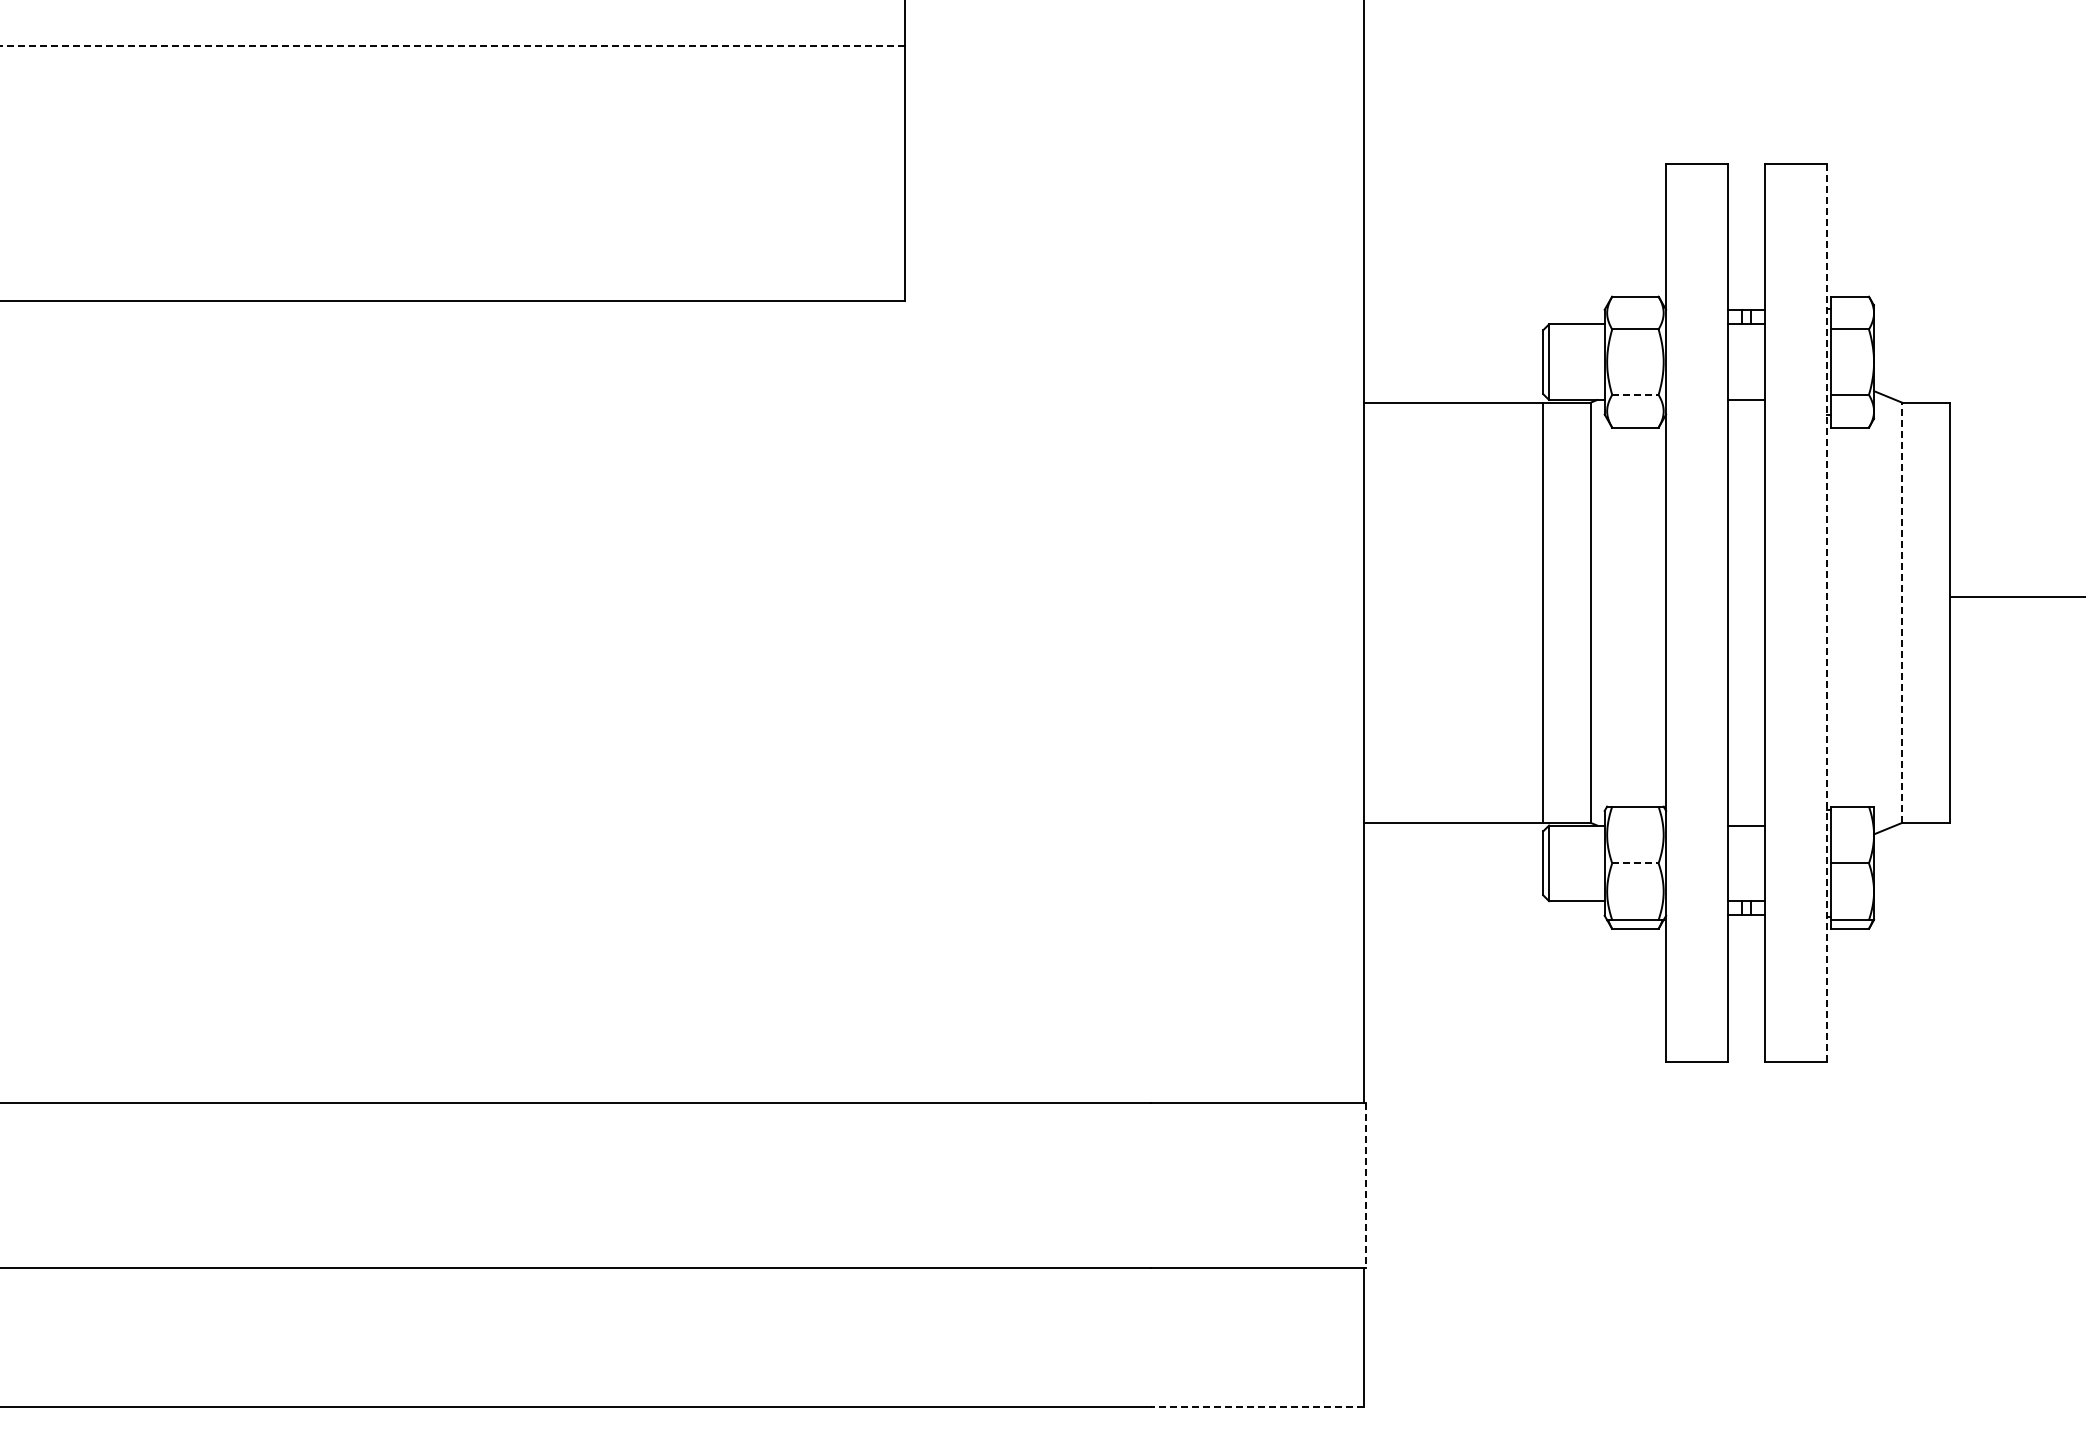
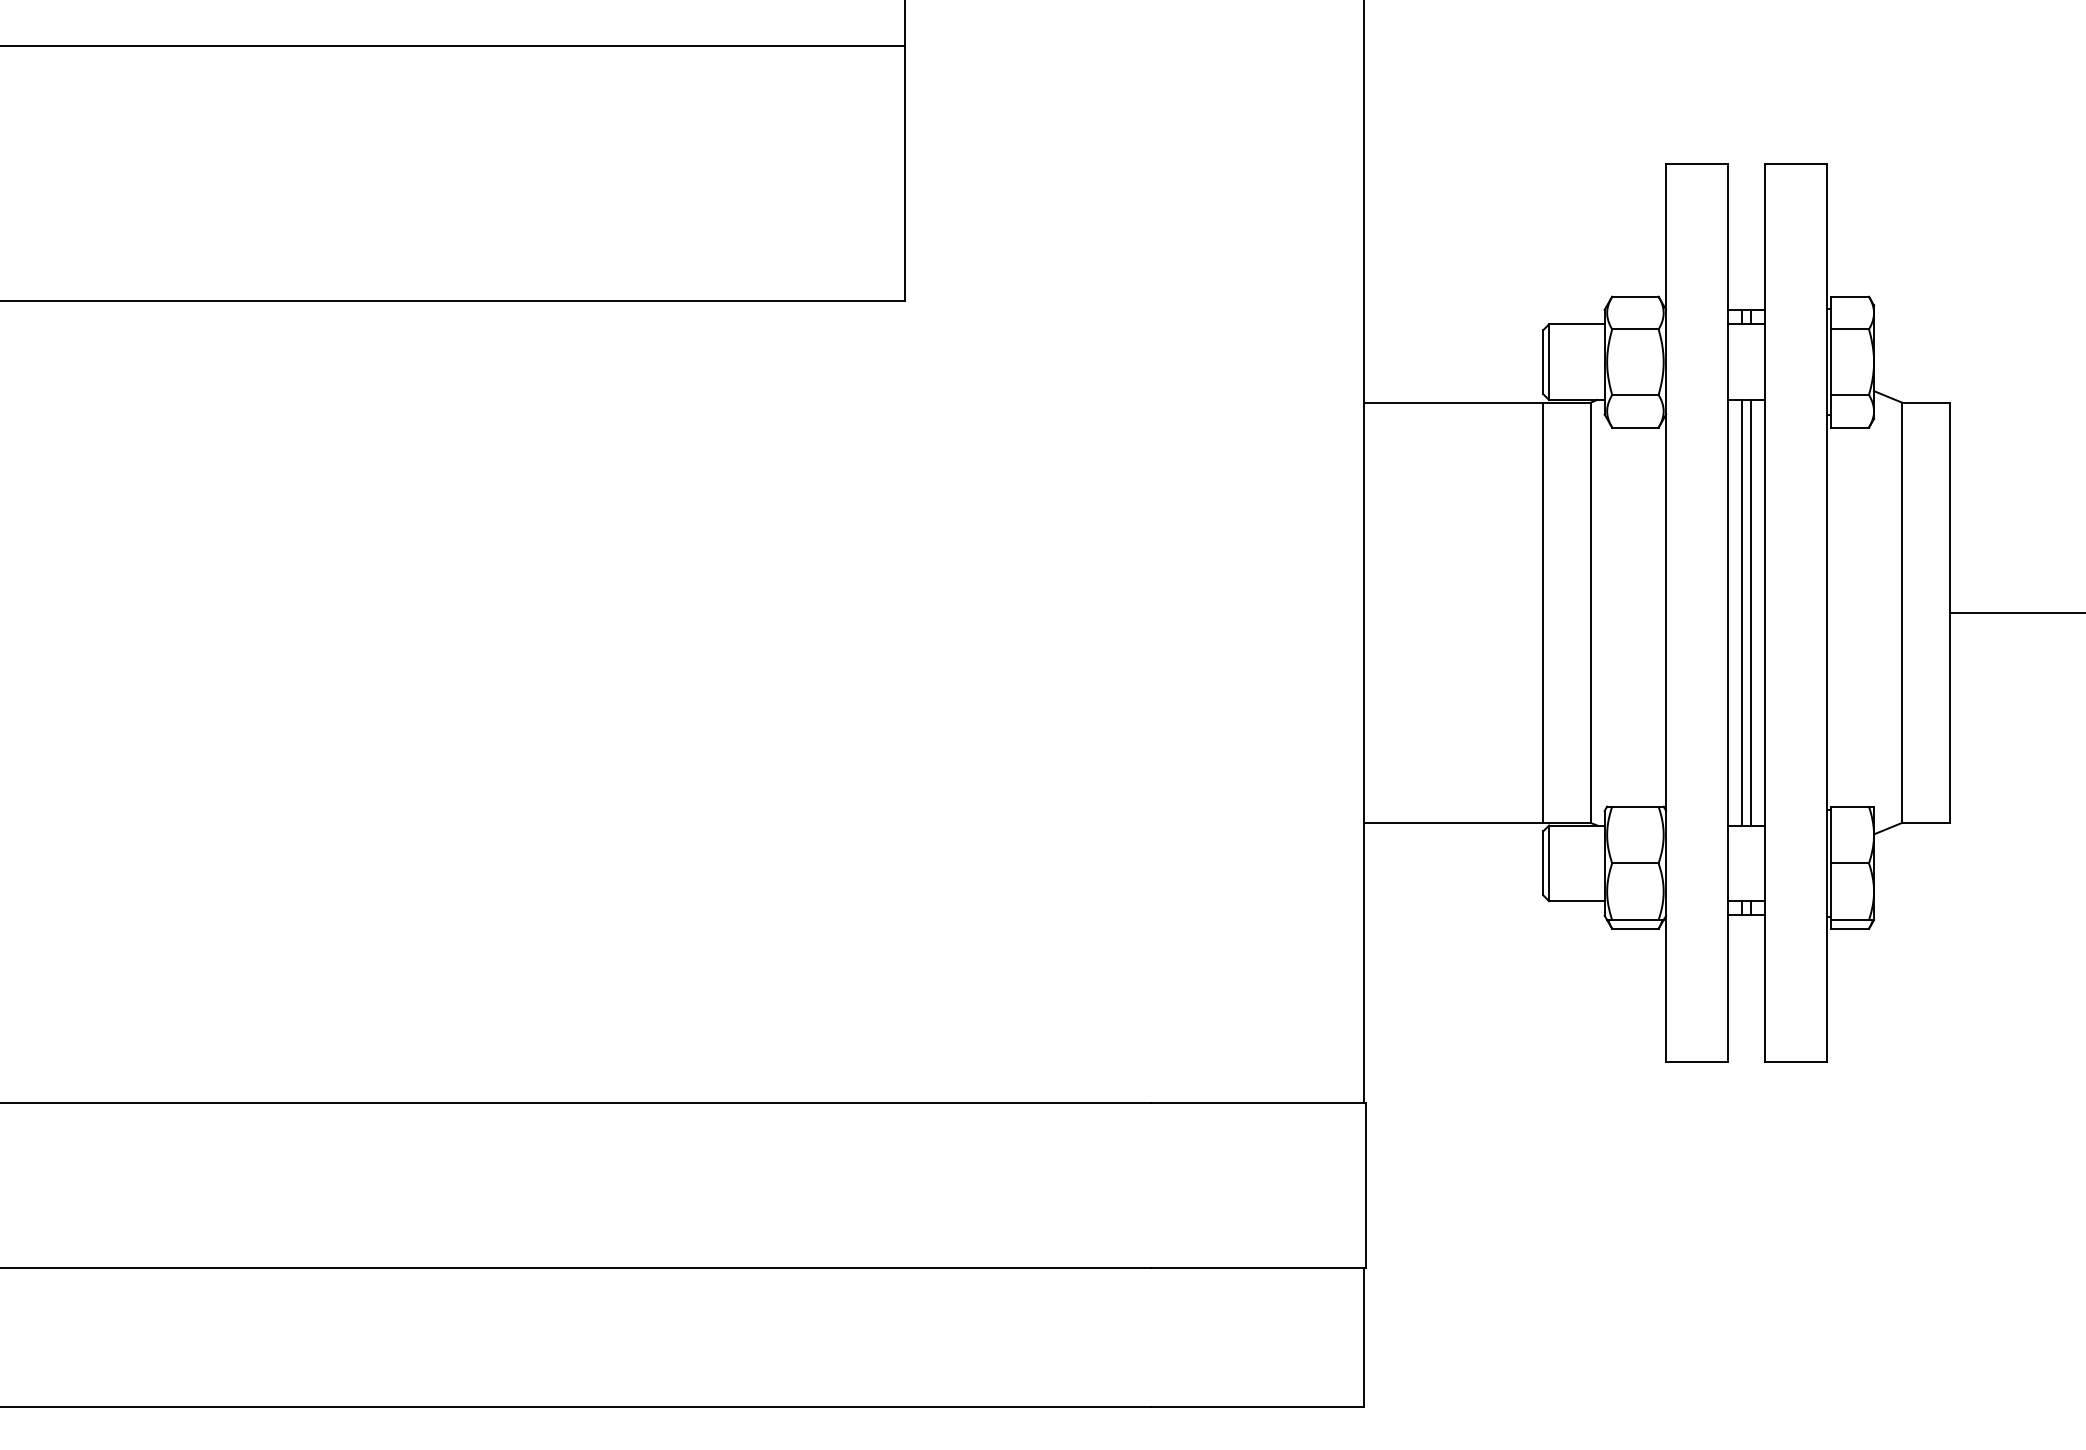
line at (452, 45): dashed -> solid
line at (1635, 394): dashed -> solid
line at (2015, 596) position: (2015, 596) -> (2015, 612)
line at (1741, 612): none -> present
line at (1751, 612): none -> present
line at (1826, 612): dashed -> solid
line at (1902, 612): dashed -> solid
line at (1635, 863): dashed -> solid
line at (1366, 1185): dashed -> solid
line at (1256, 1406): dashed -> solid
